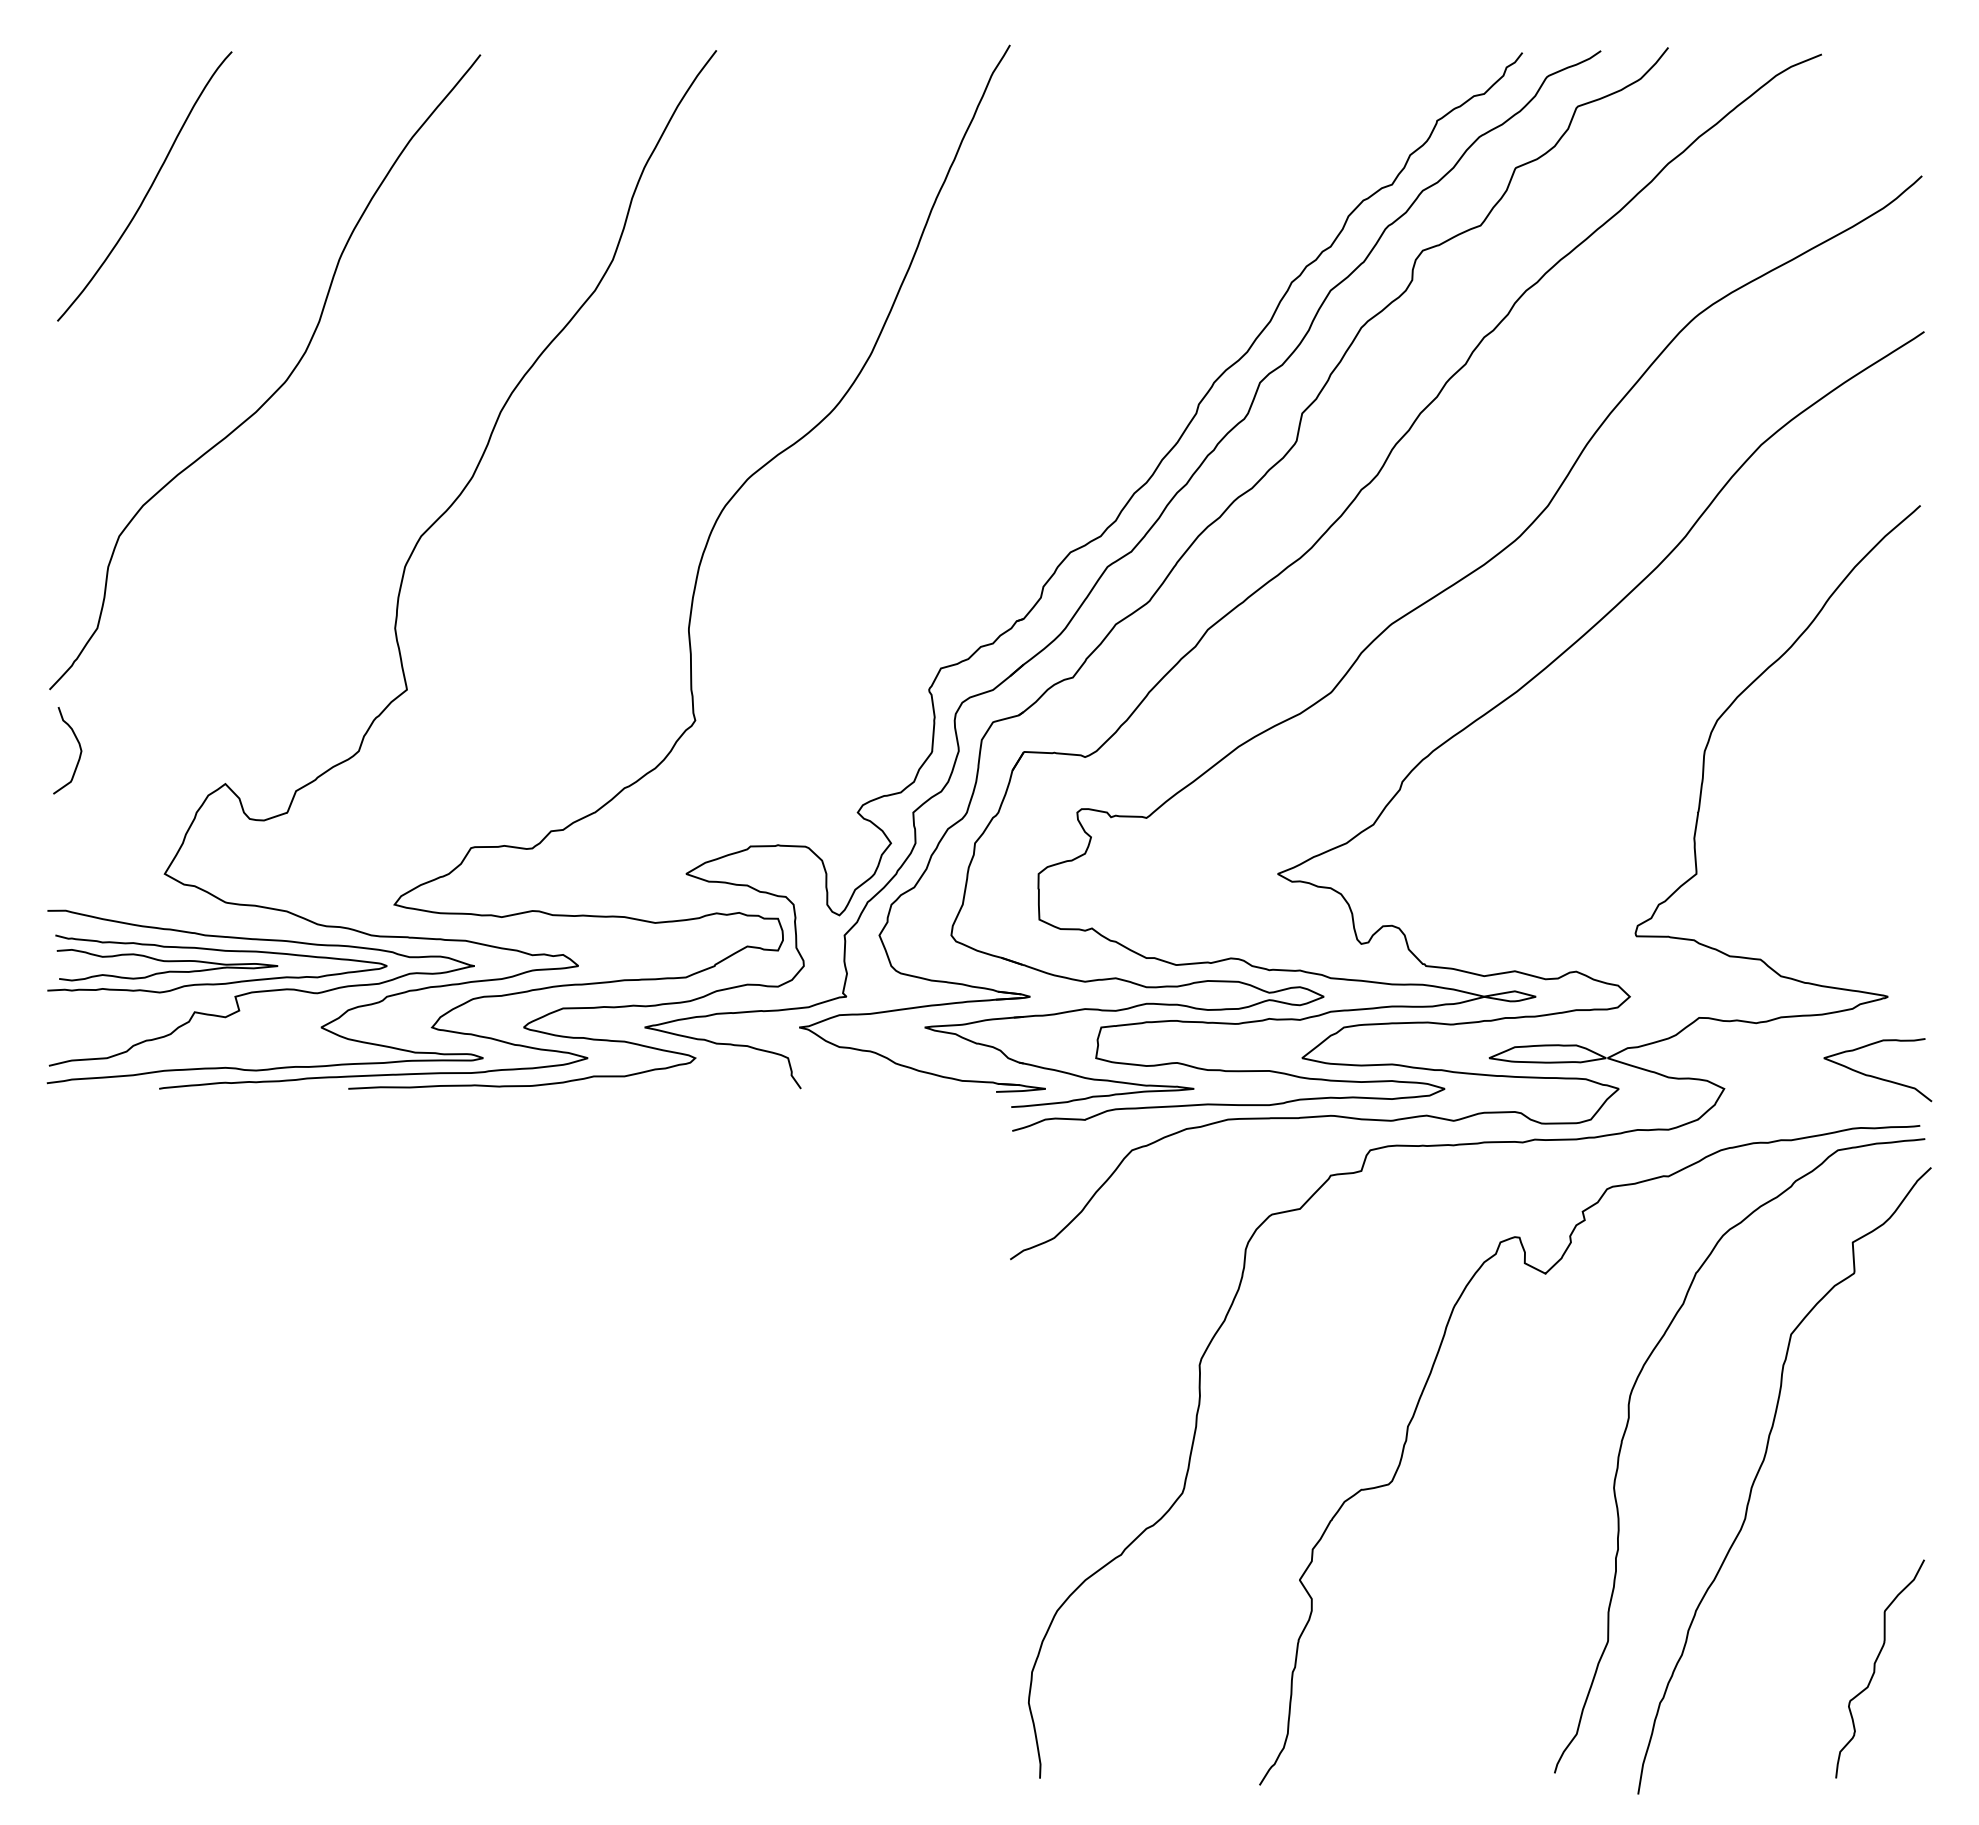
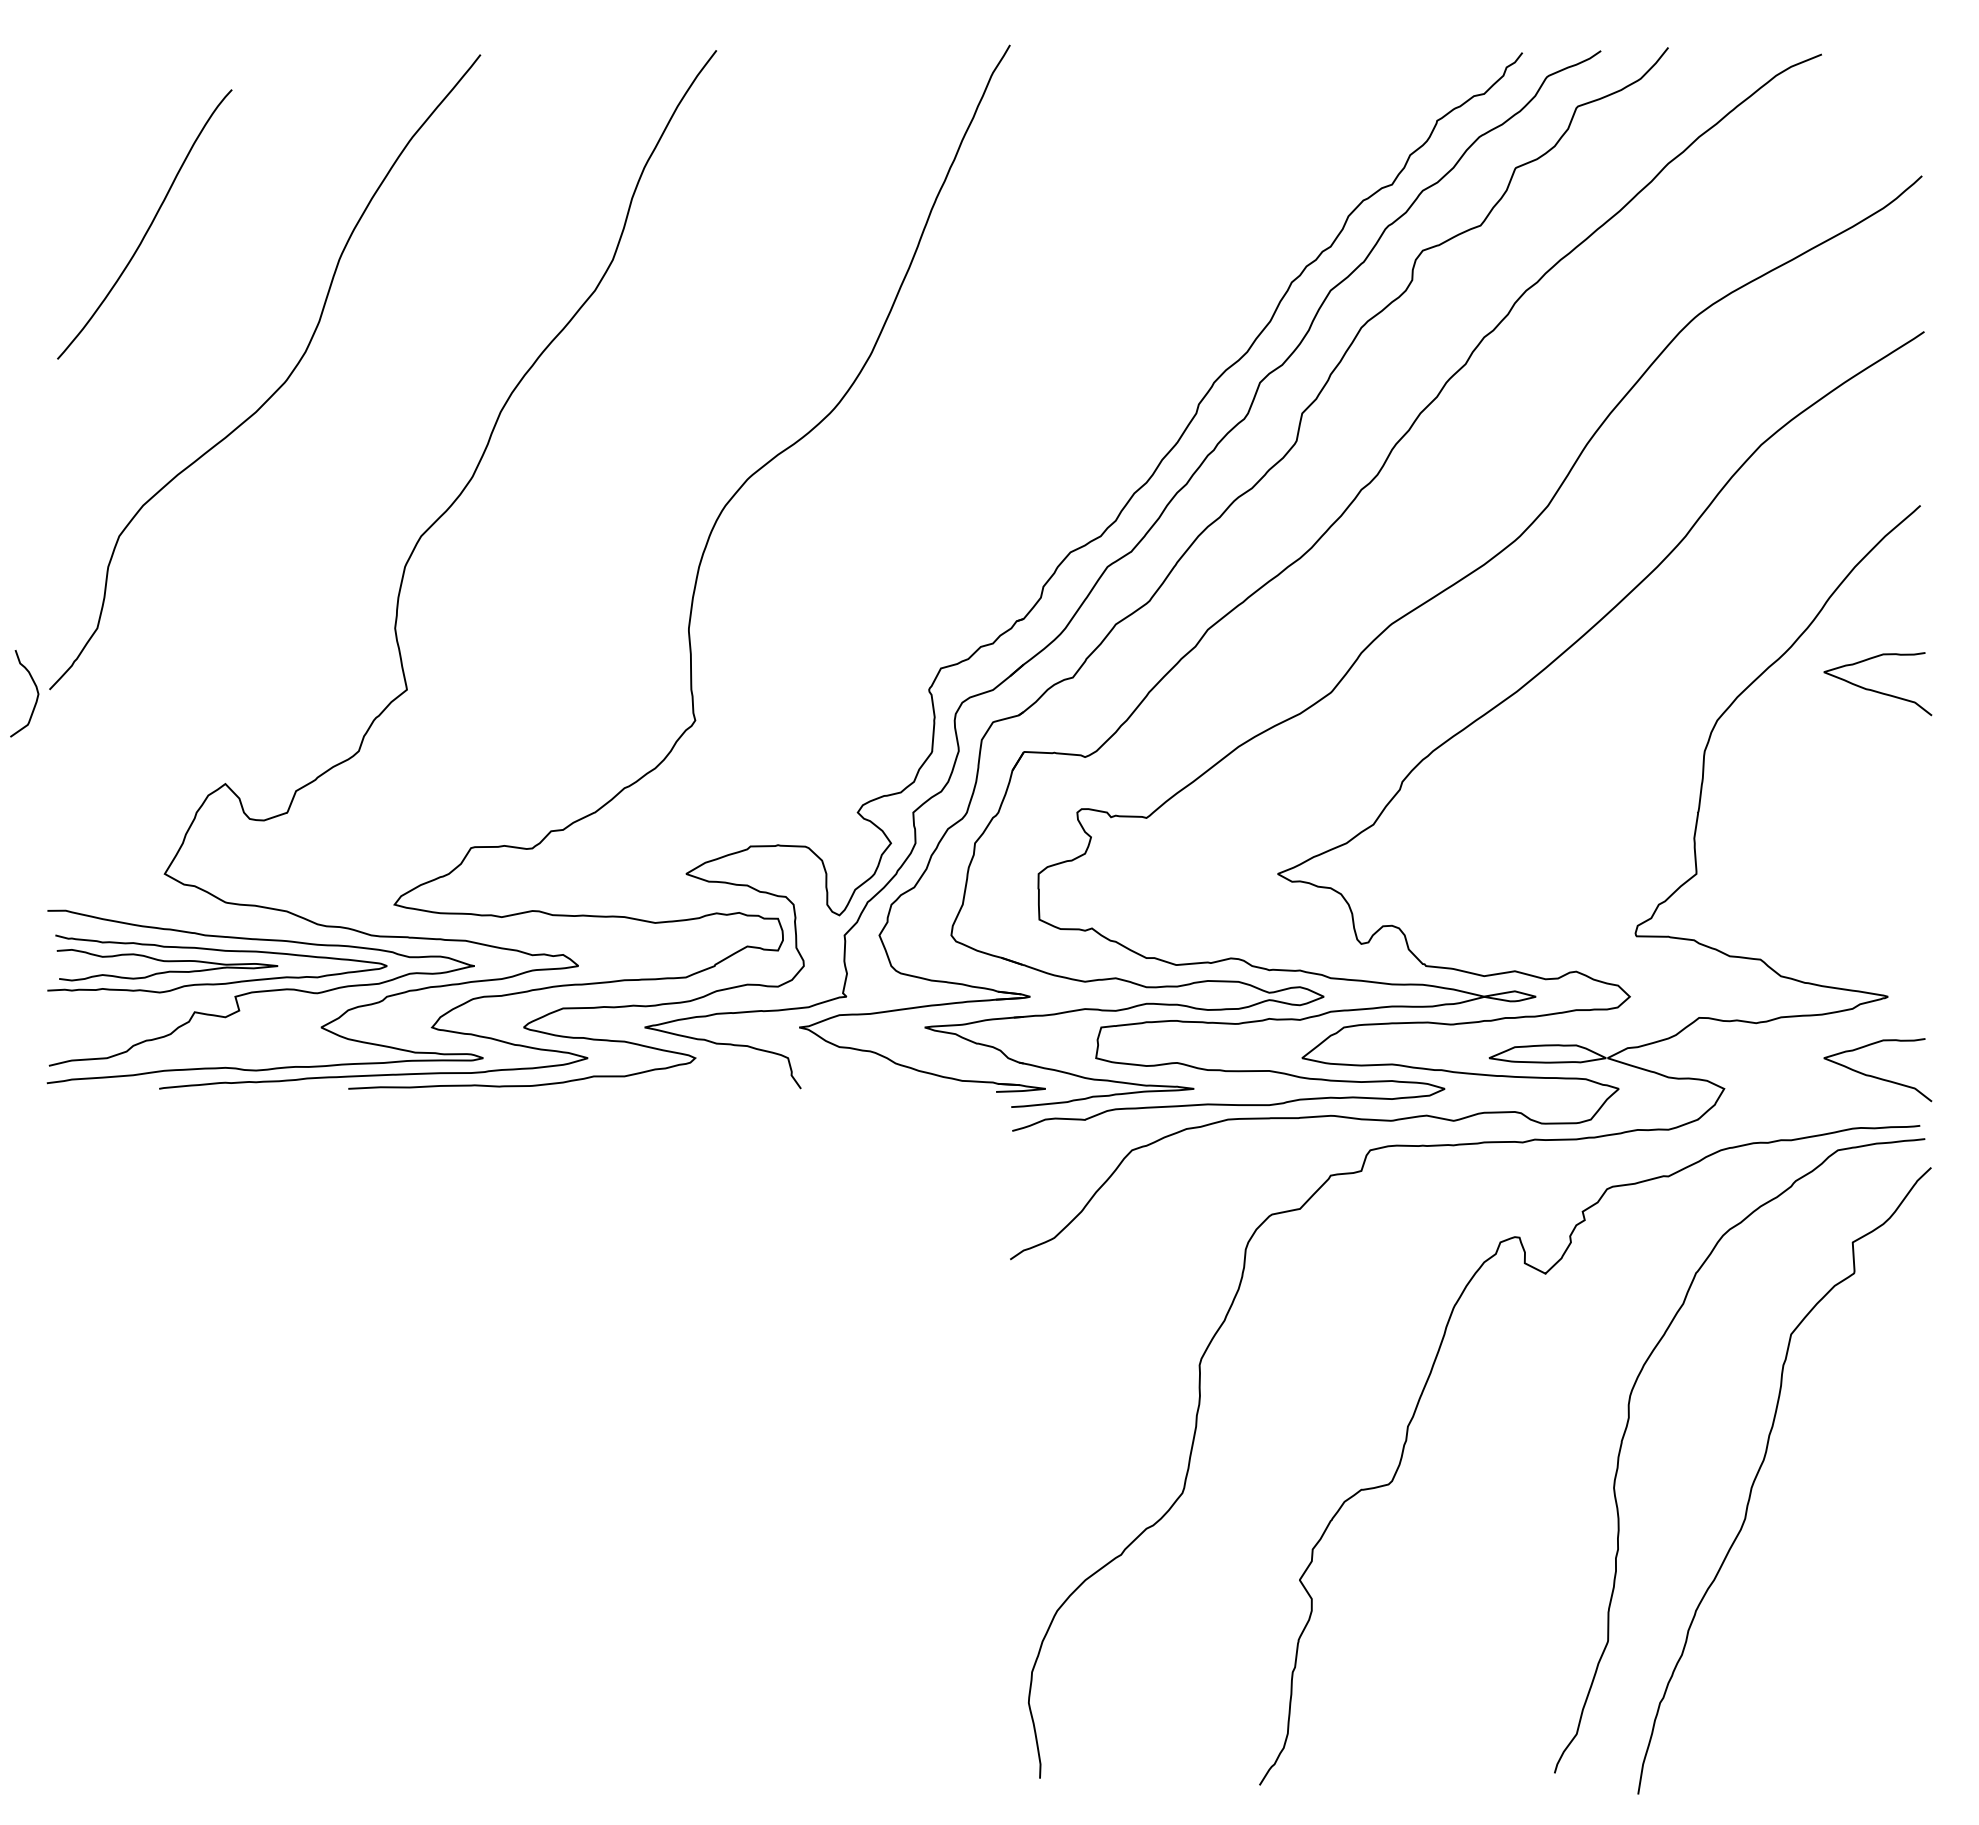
curve at (148, 189) position: (148, 189) -> (148, 227)
curve at (1876, 690): none -> present
curve at (79, 748) position: (79, 748) -> (36, 691)
curve at (1875, 1668): present -> none
